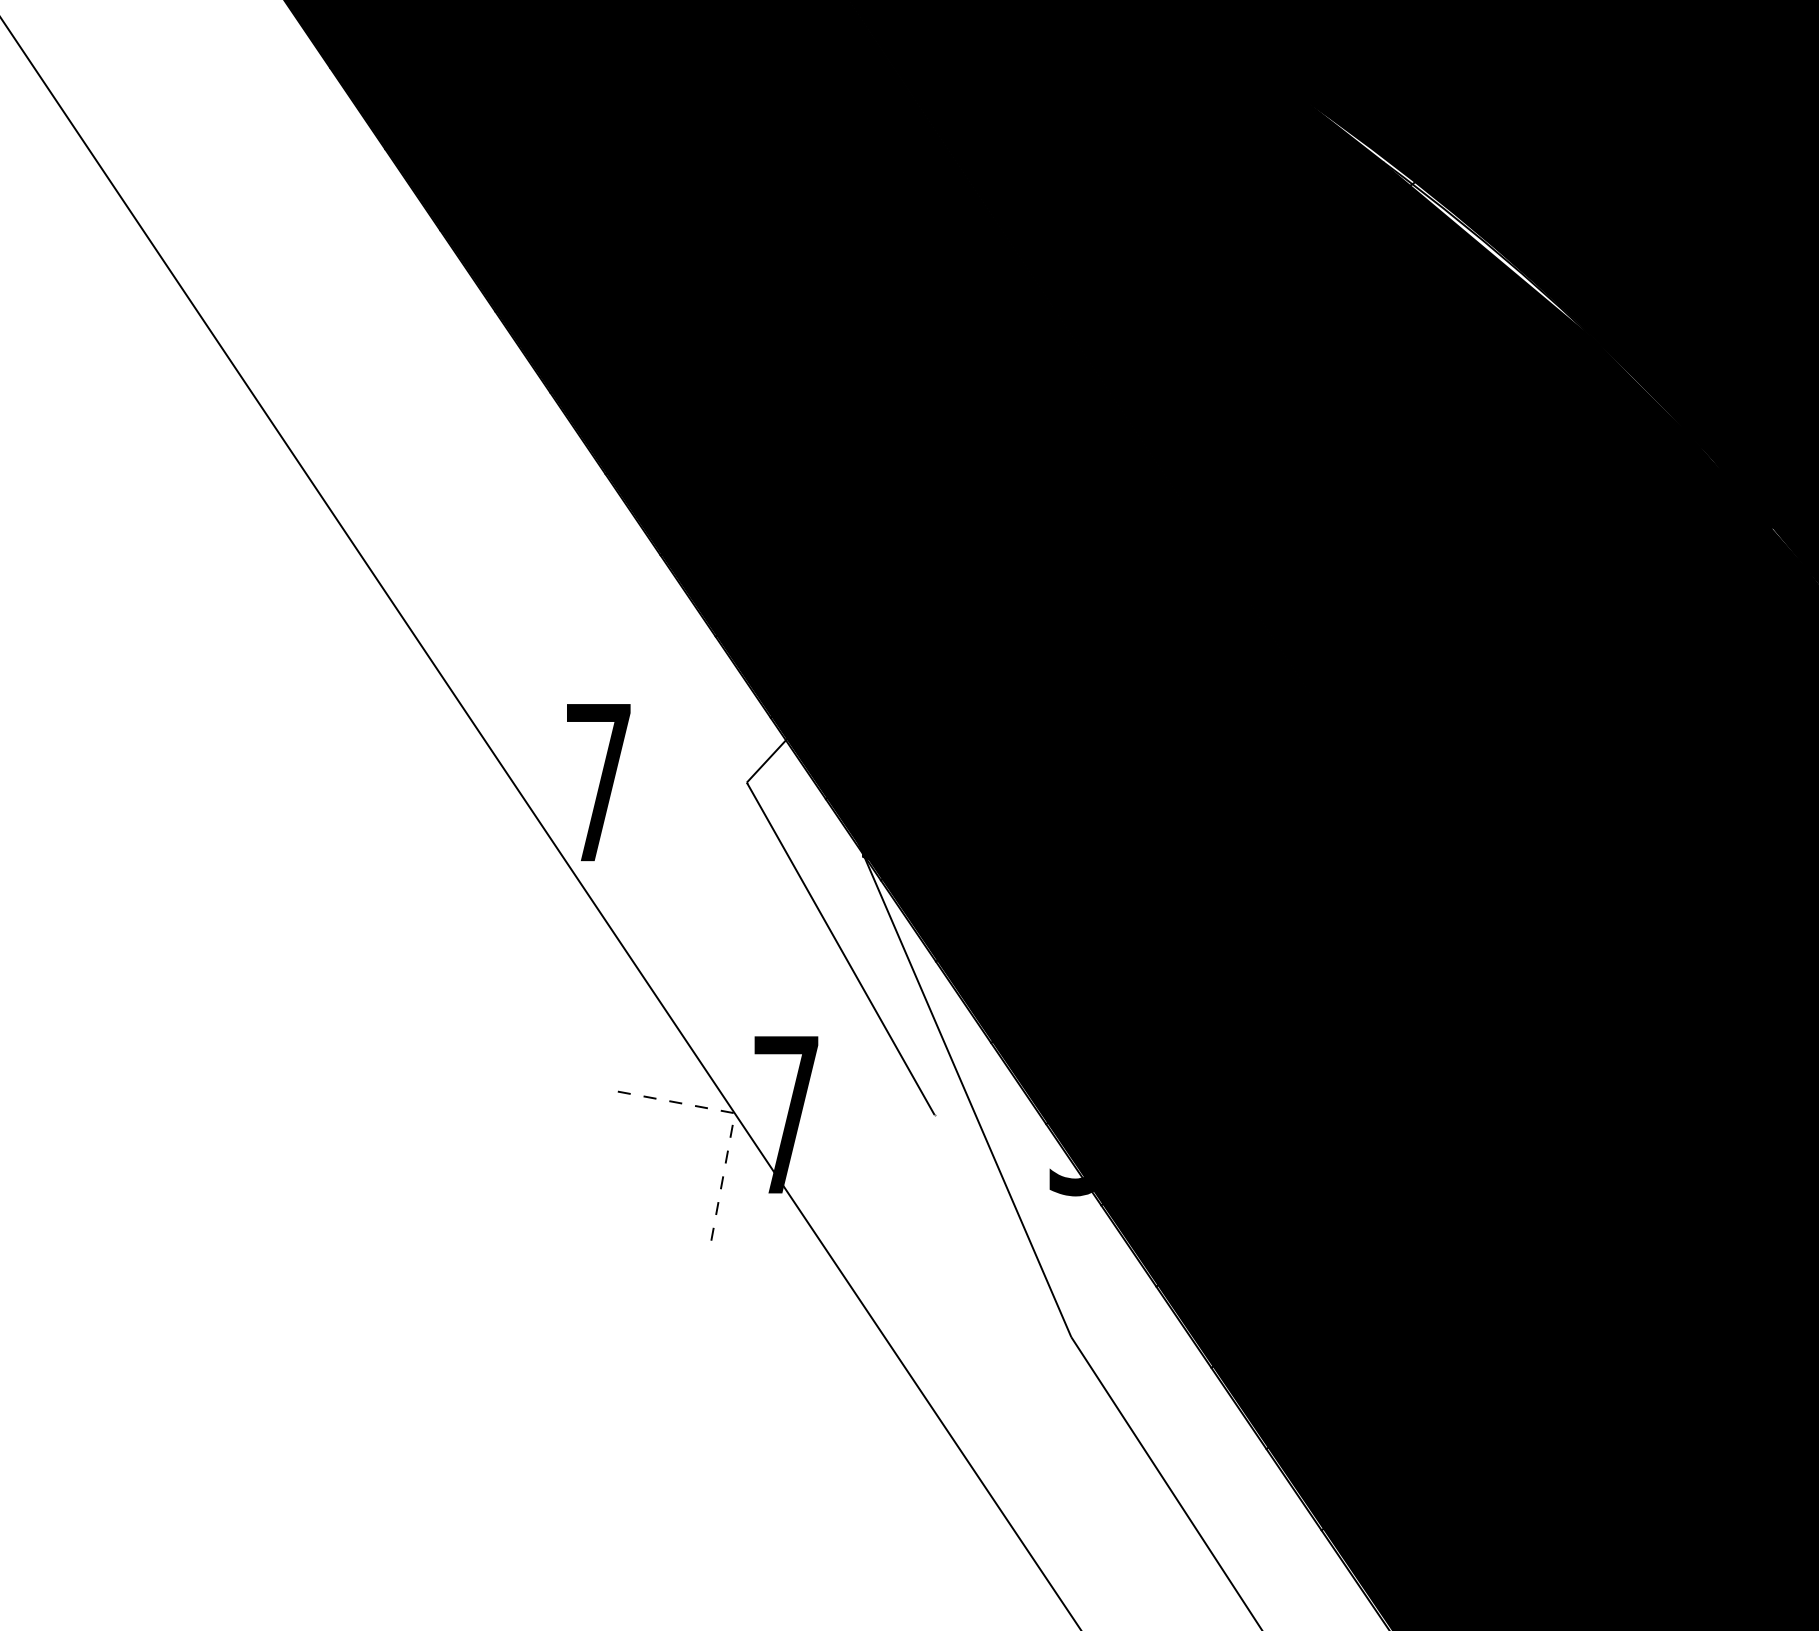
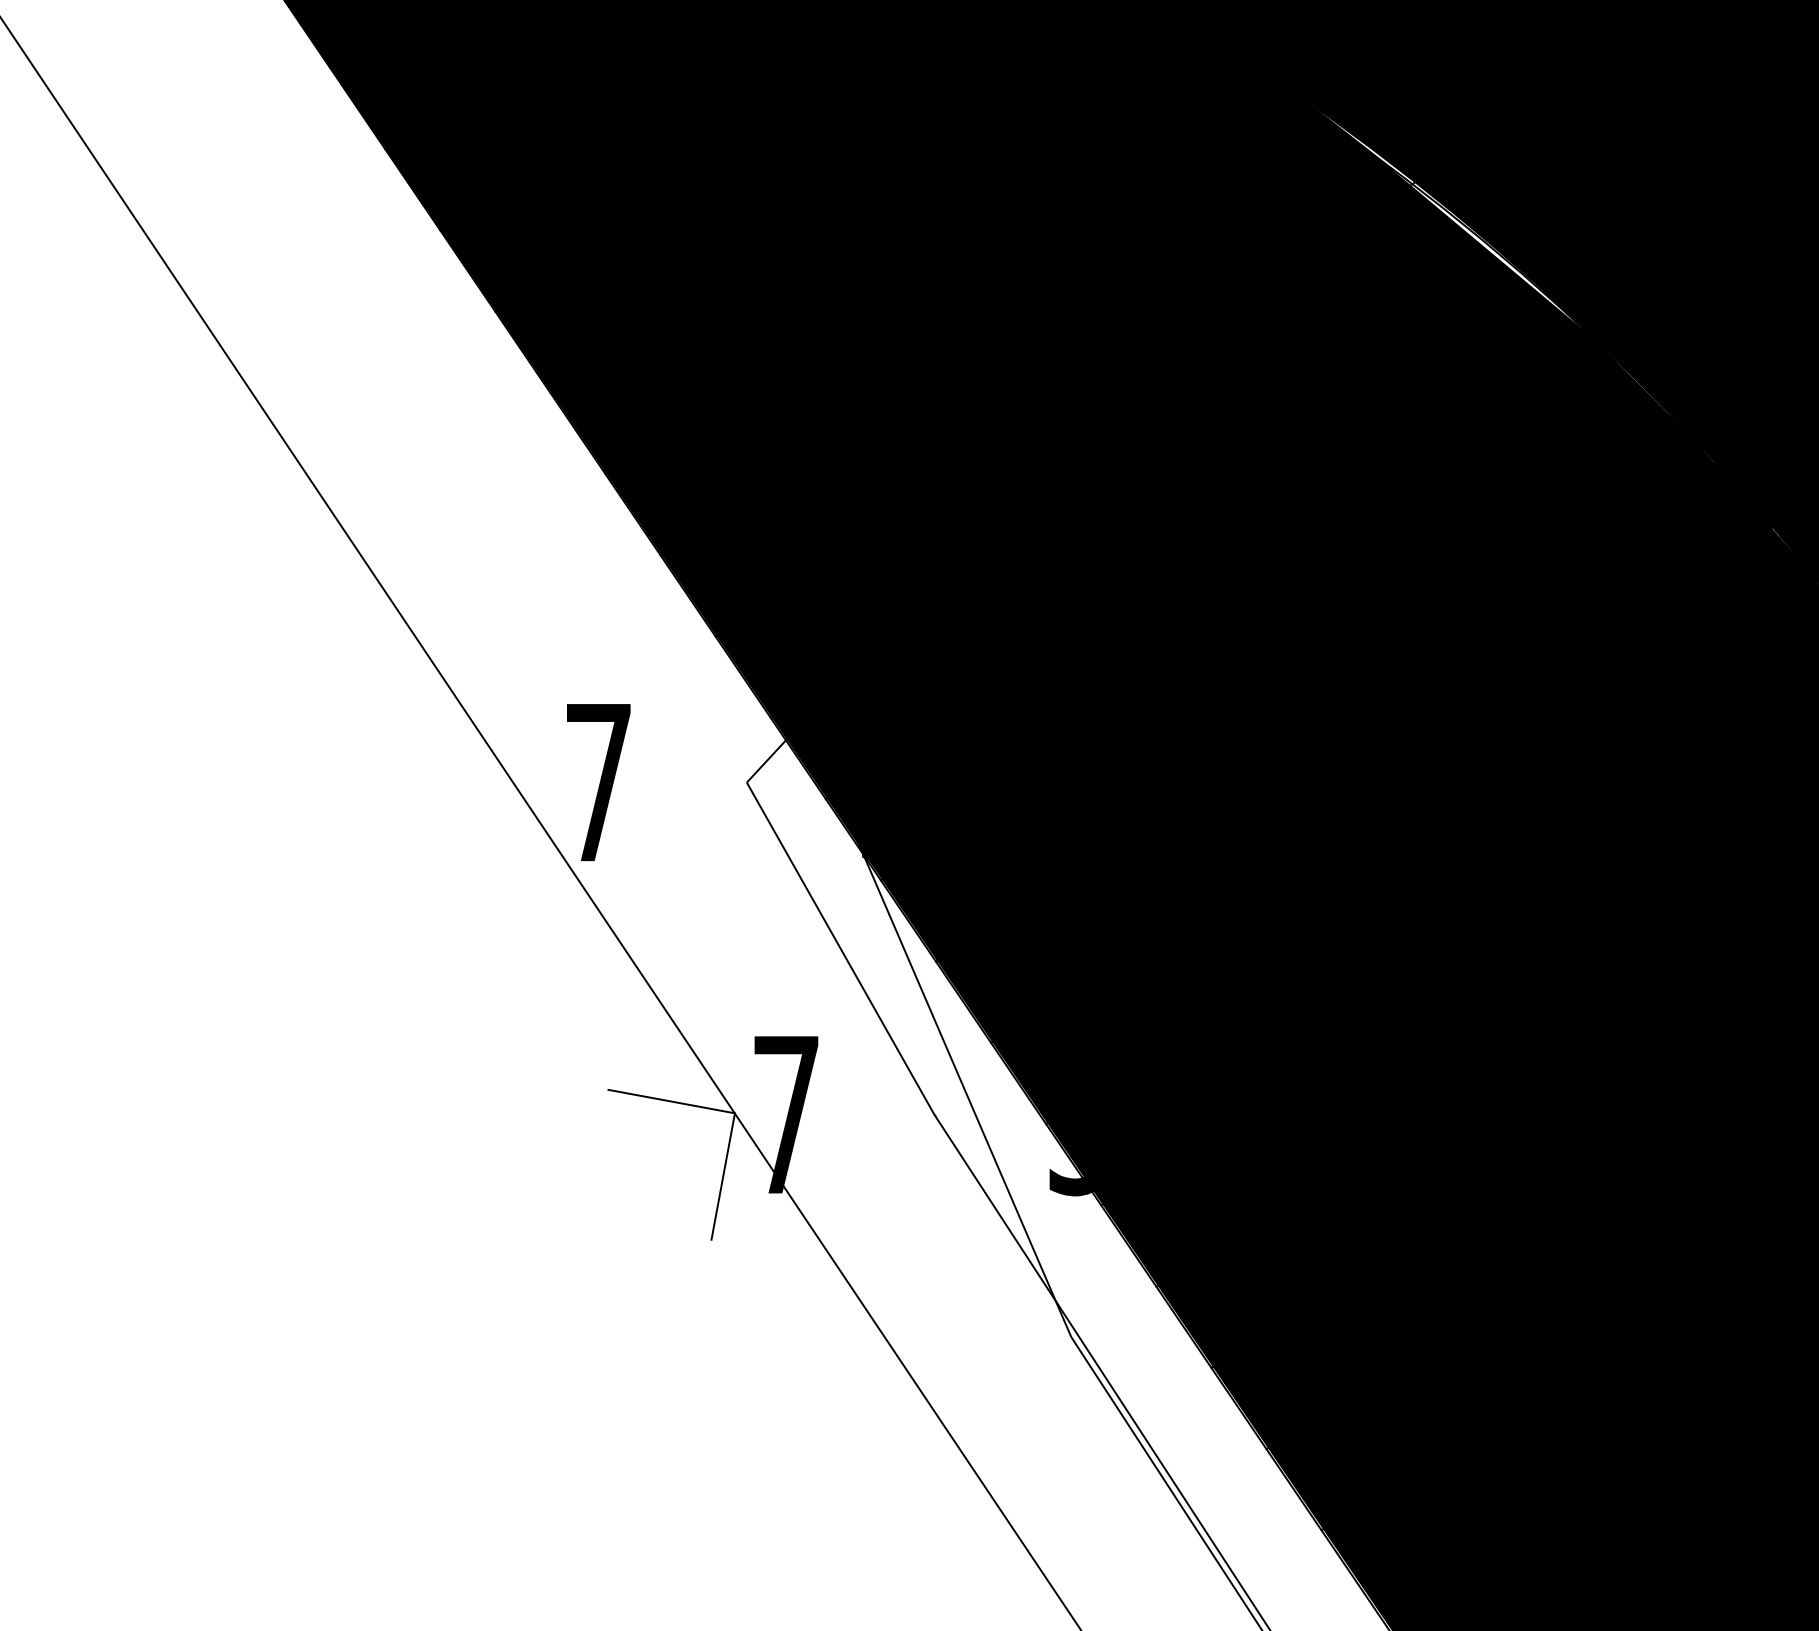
line at (734, 1113): dashed -> solid
line at (1101, 1370): none -> present
